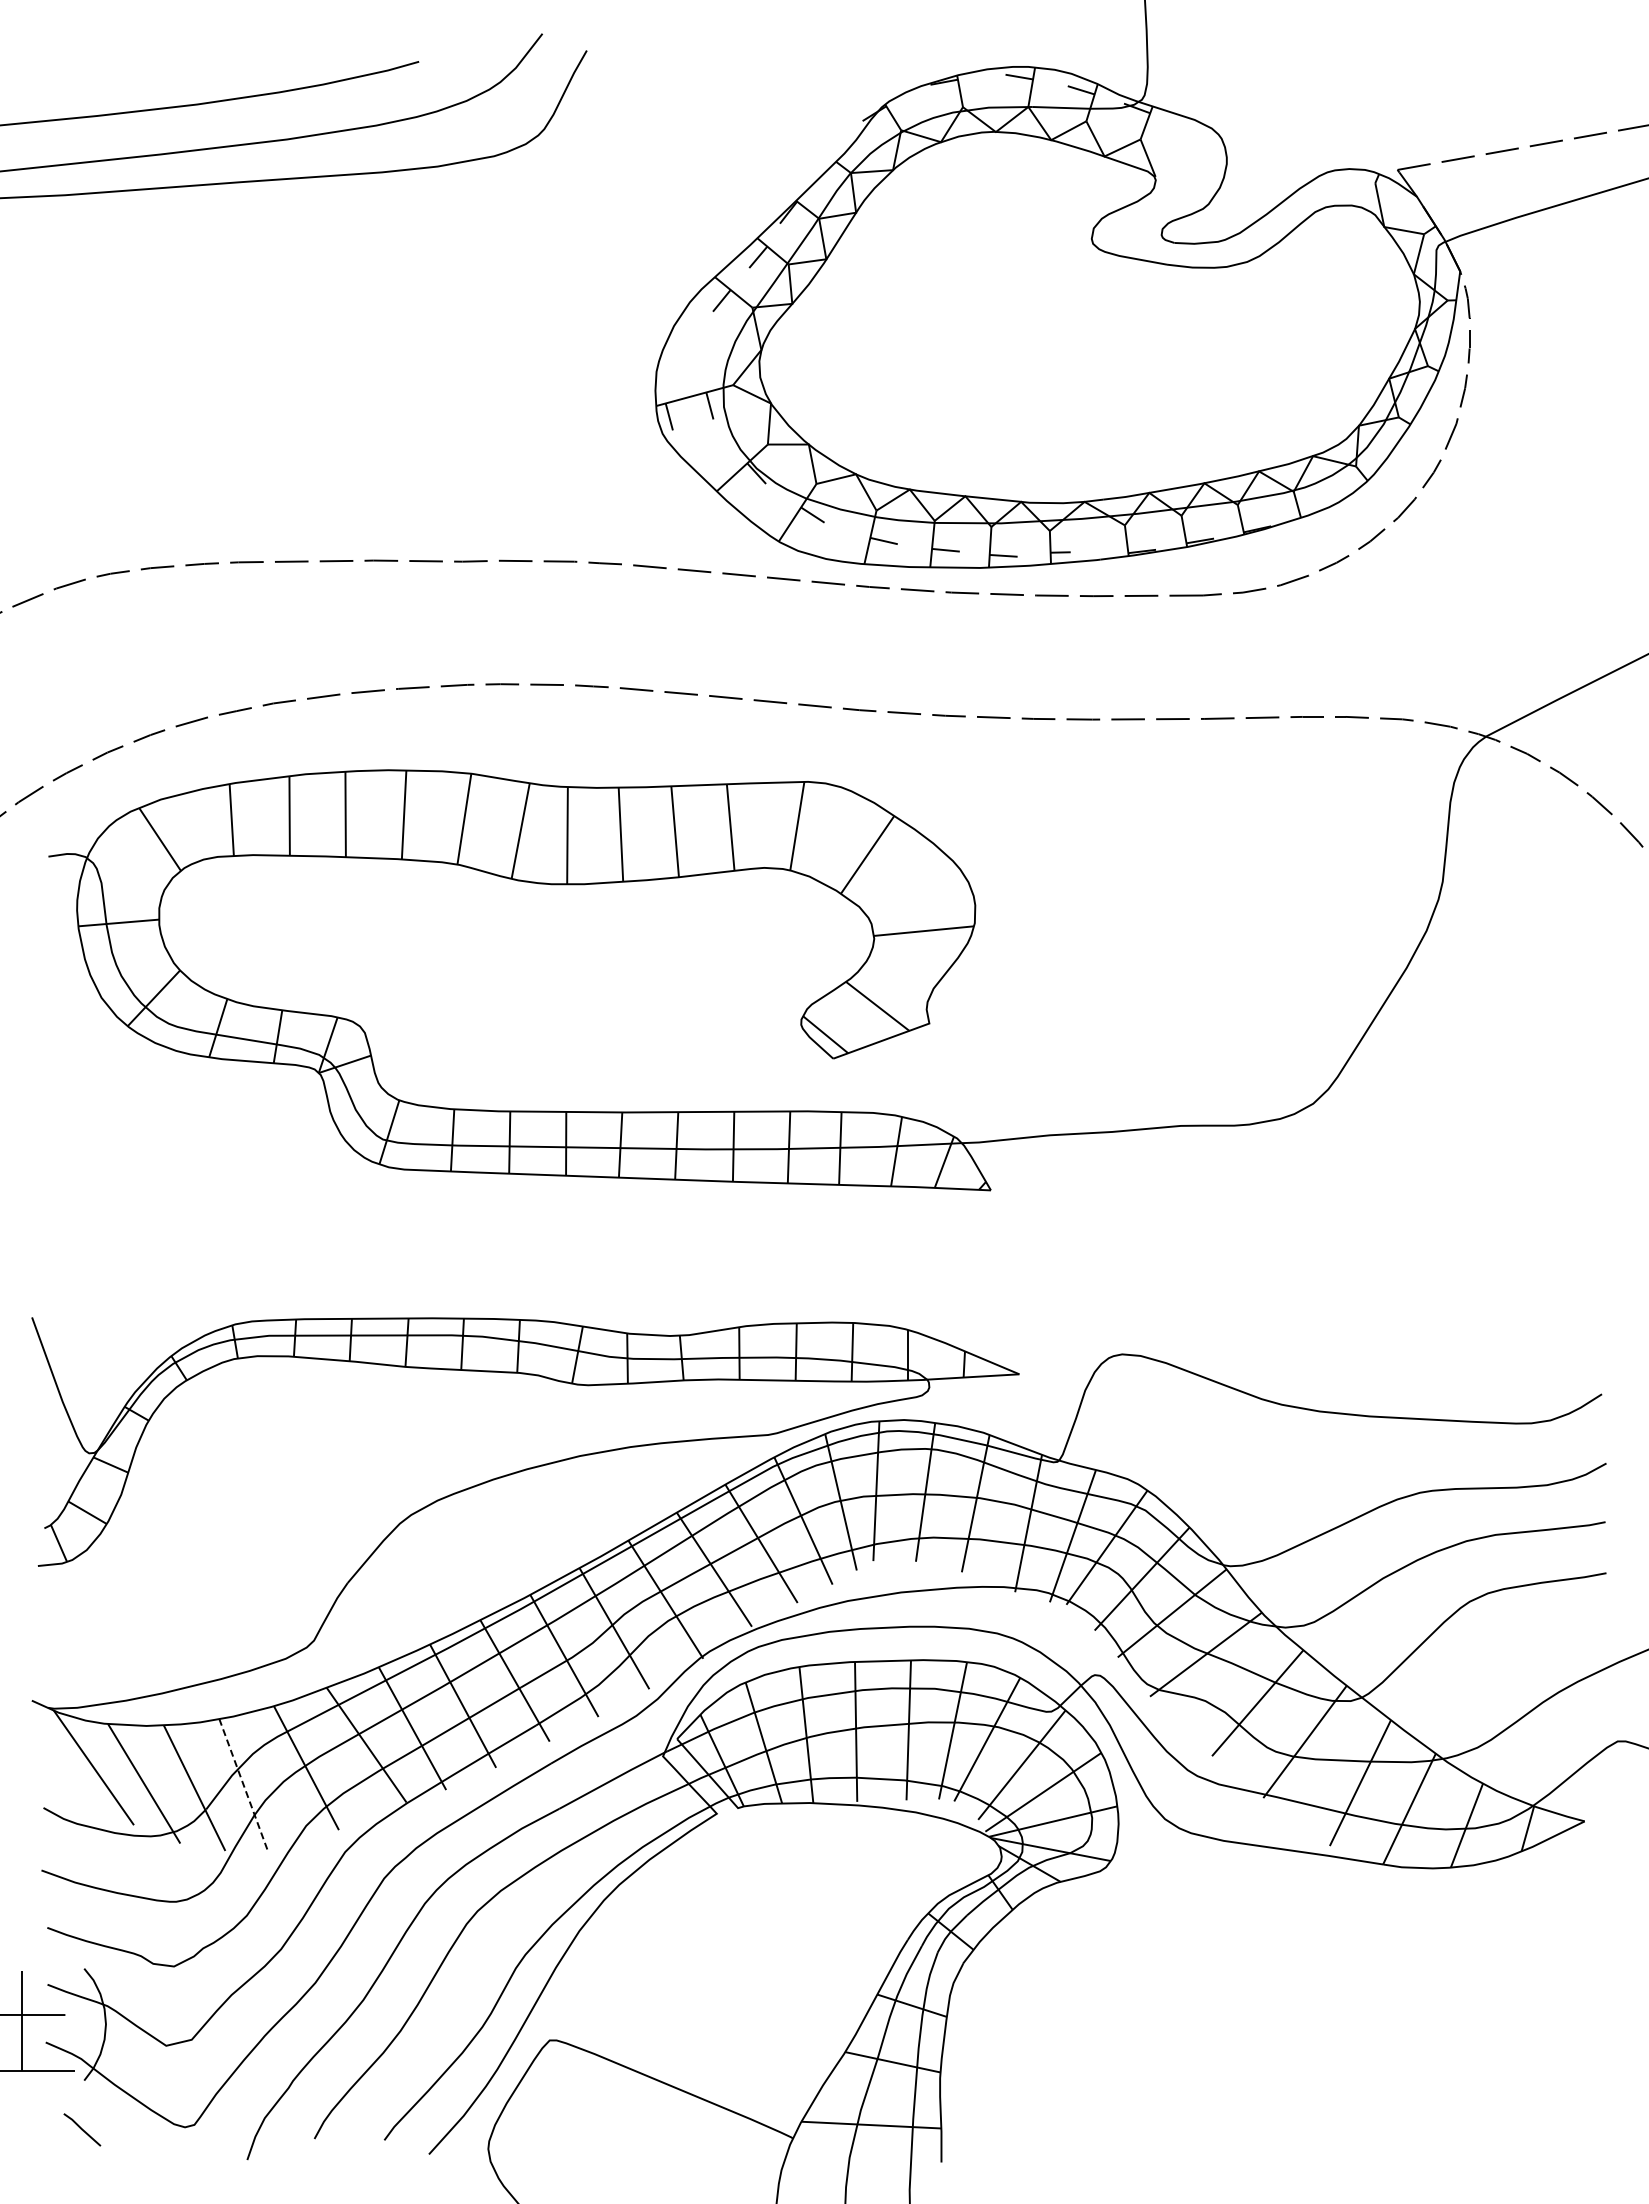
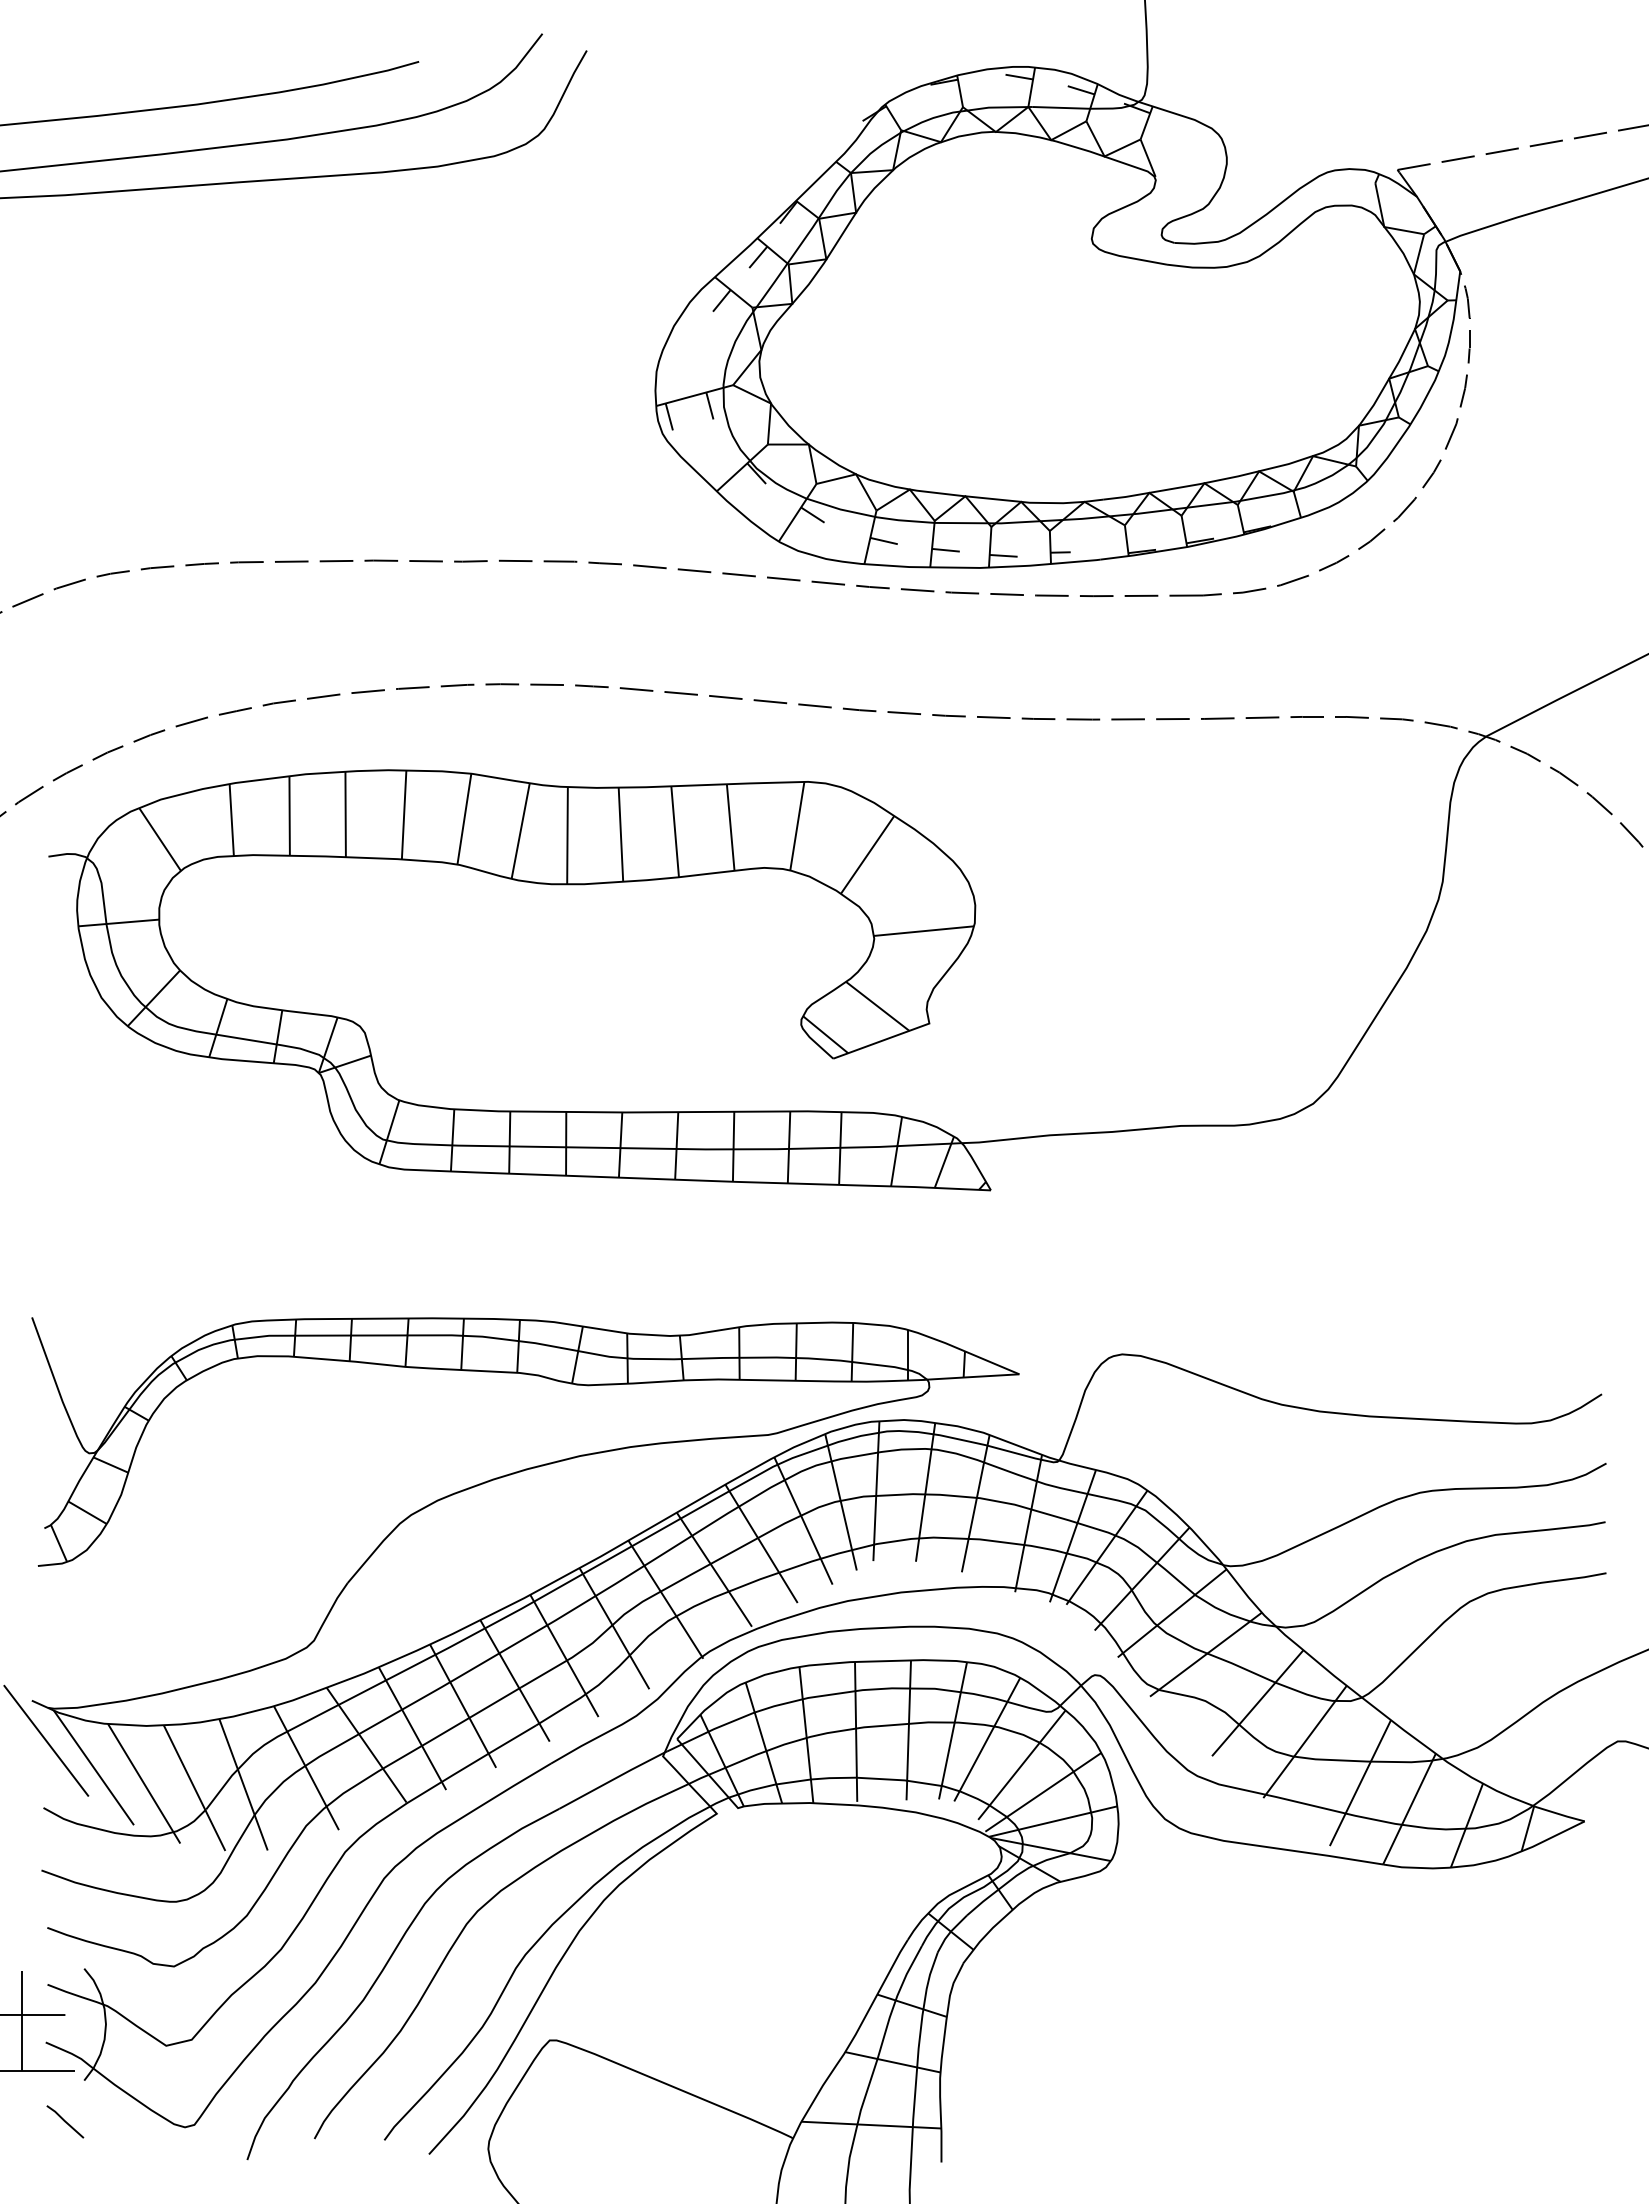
line at (46, 1740): none -> present
line at (243, 1785): dashed -> solid
line at (82, 2129) position: (82, 2129) -> (65, 2121)
